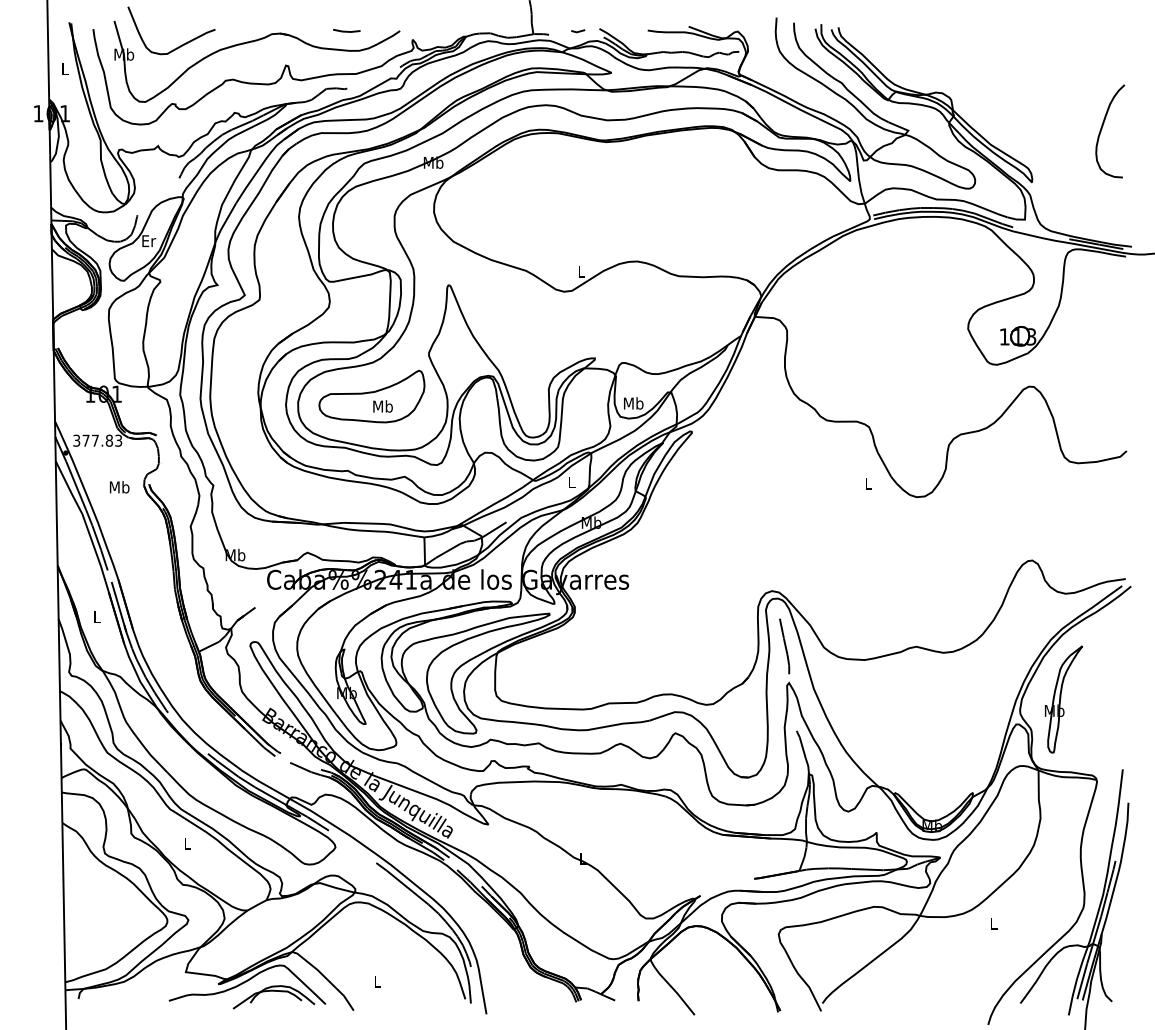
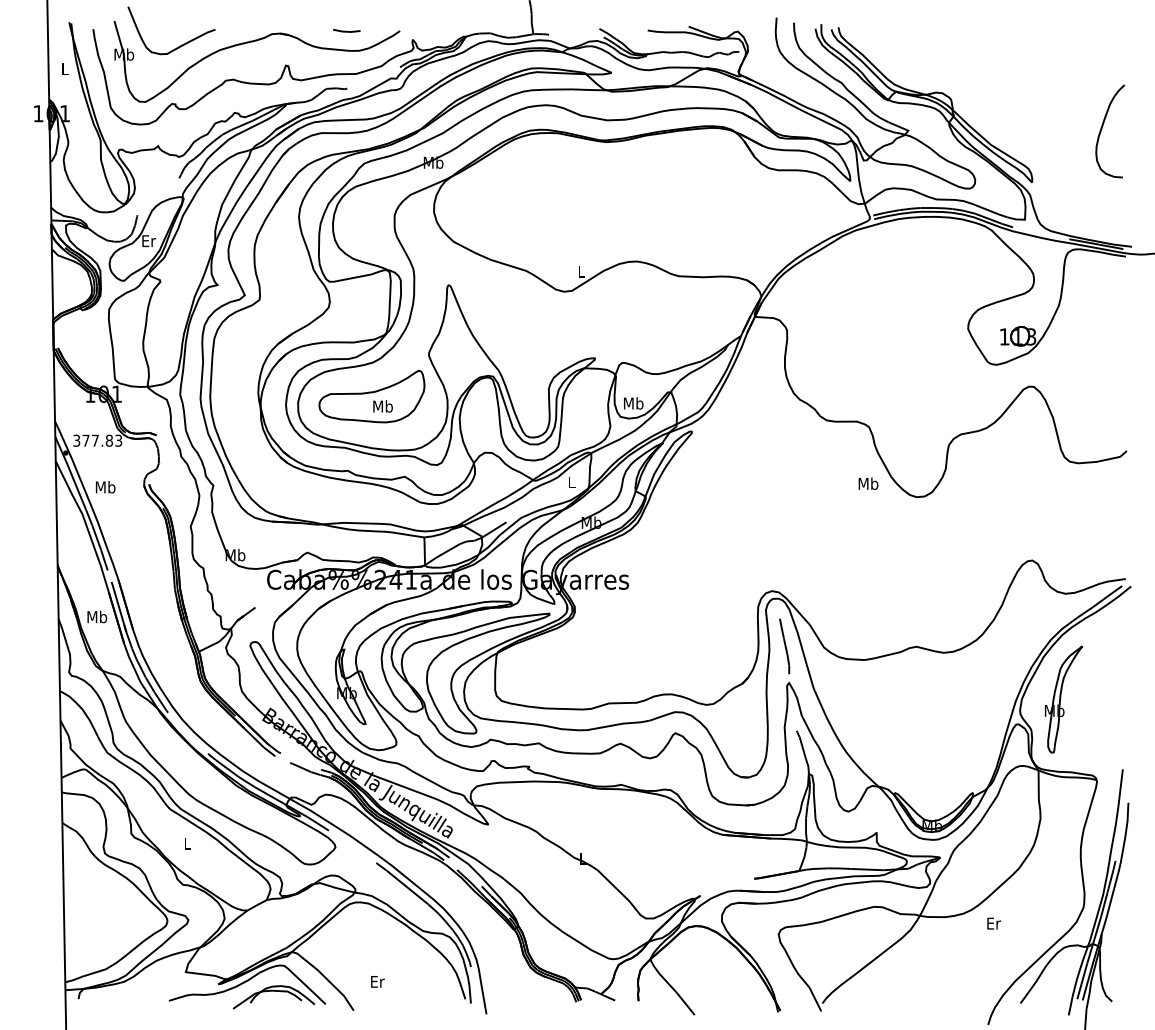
line at (578, 31): present -> none
text at (868, 483): L -> Mb
text at (119, 487) position: (119, 487) -> (105, 487)
text at (97, 616): L -> Mb
text at (994, 923): L -> Er
text at (377, 981): L -> Er
